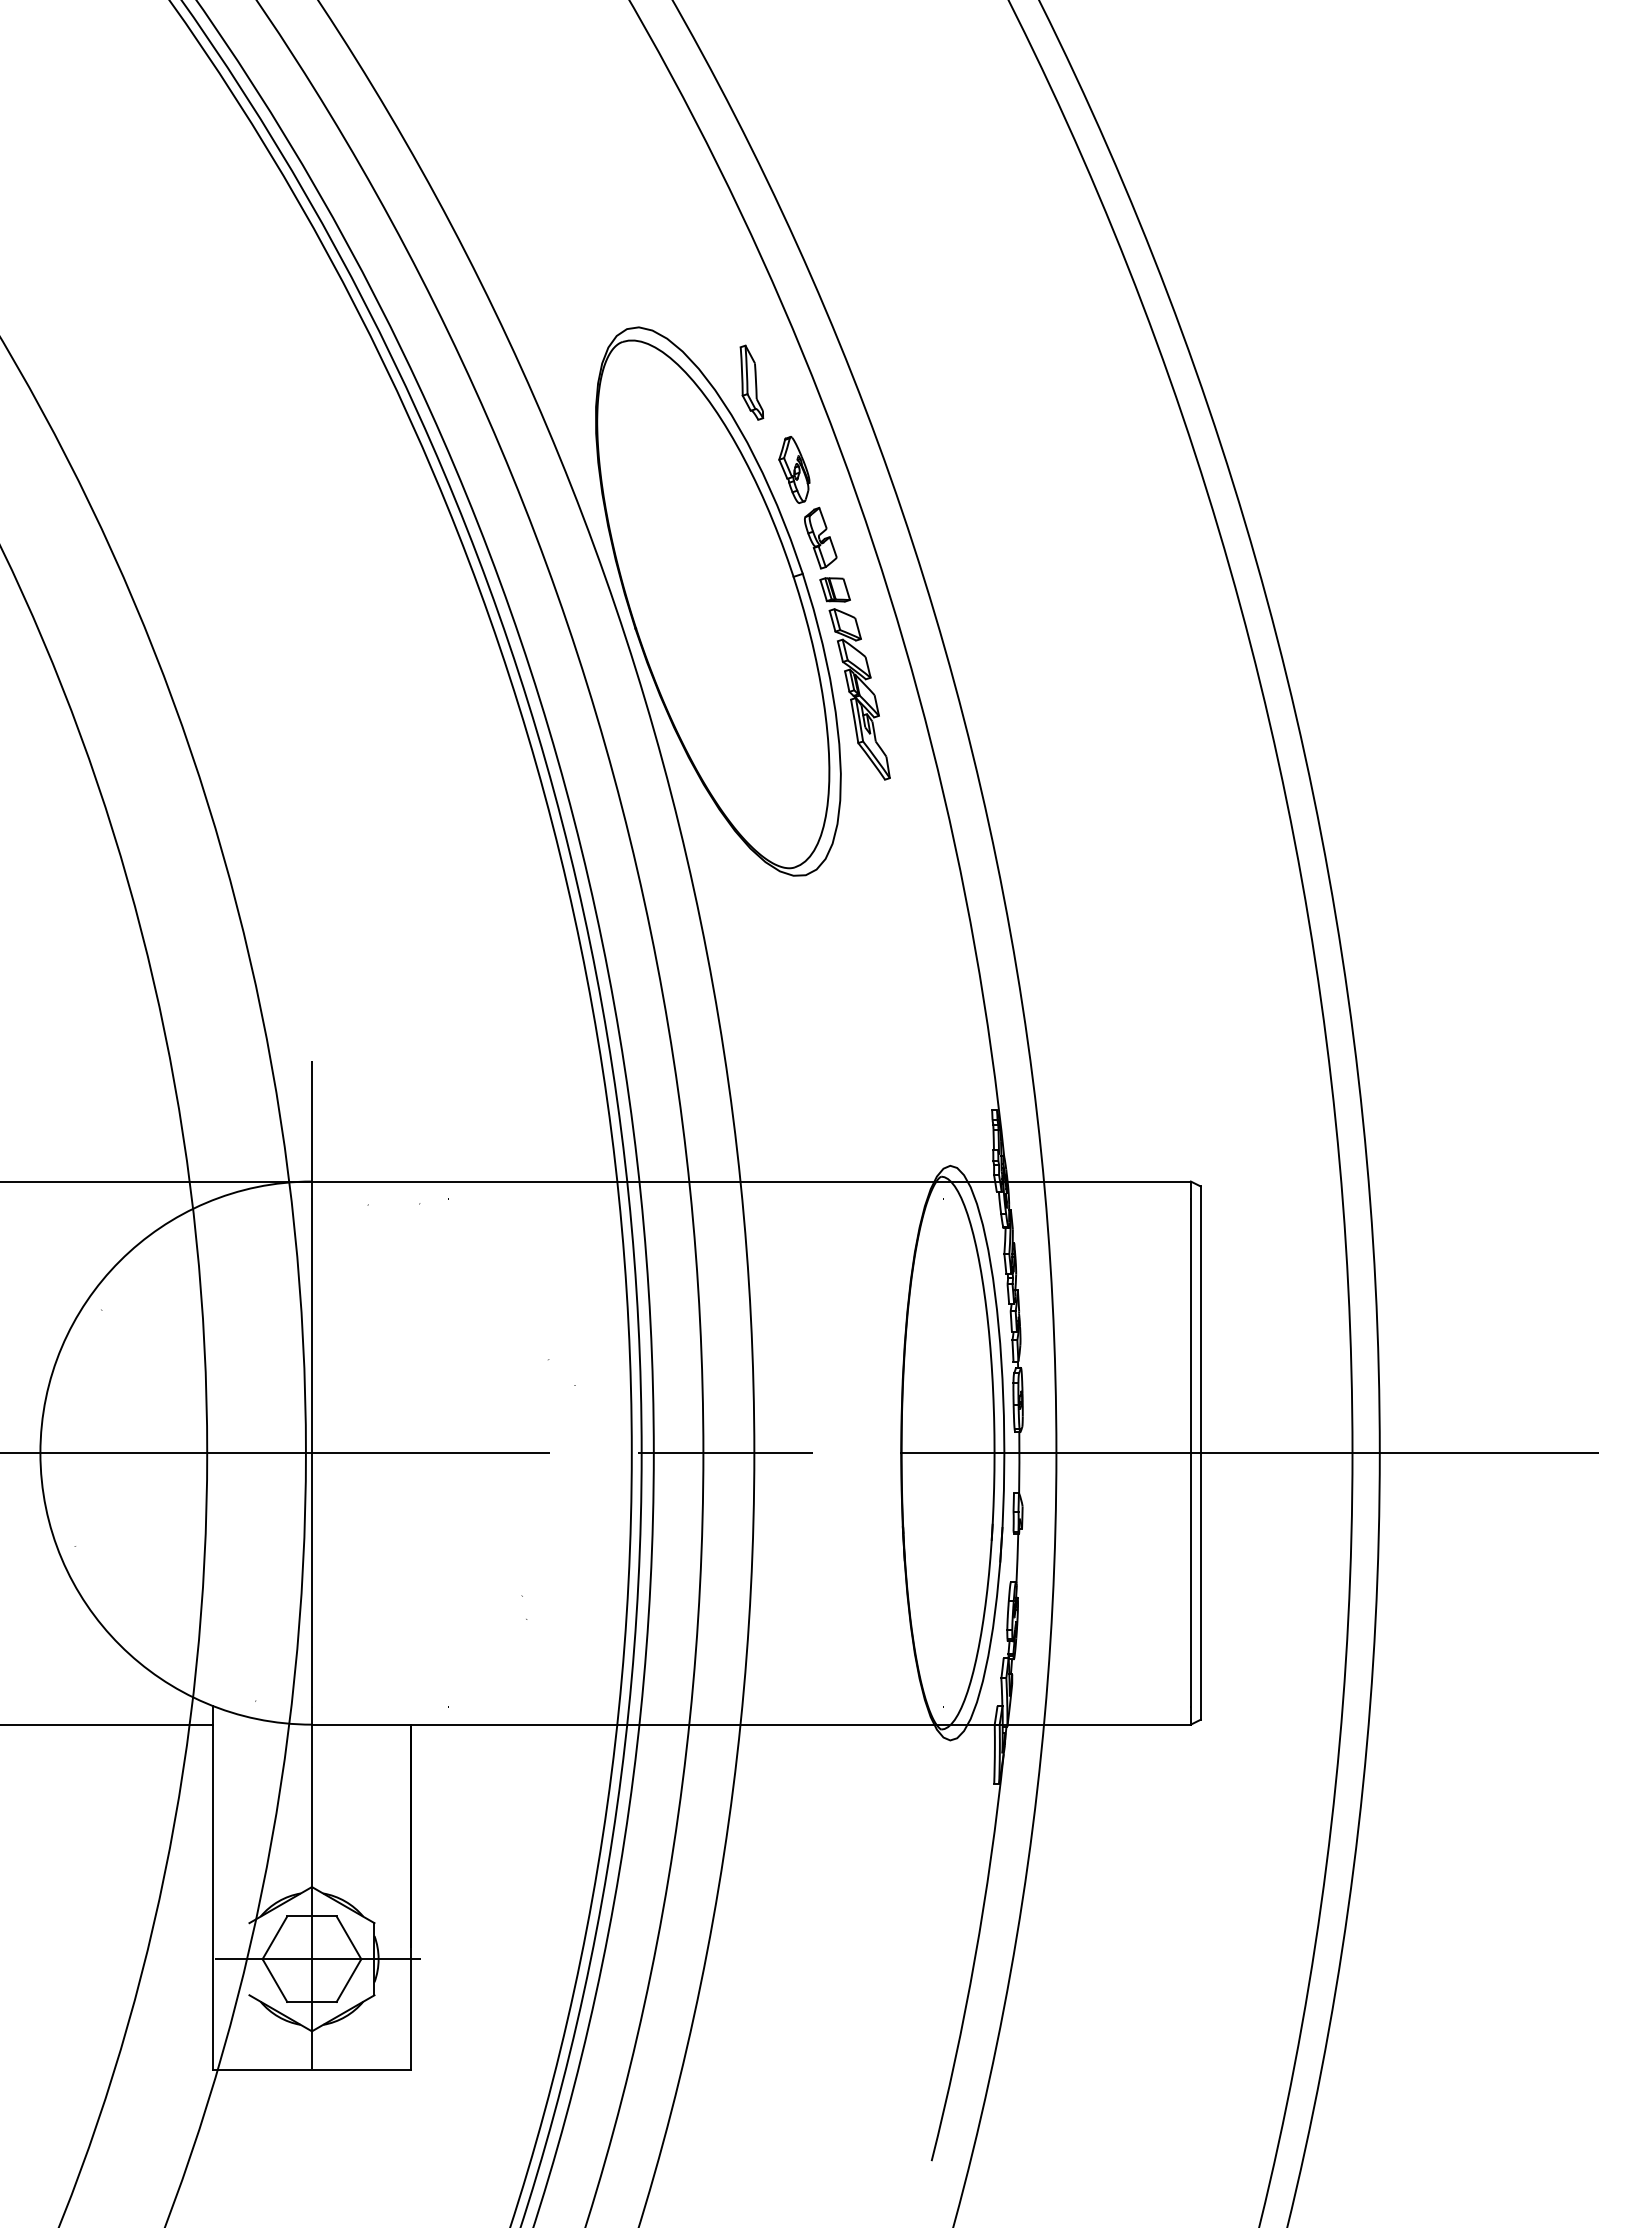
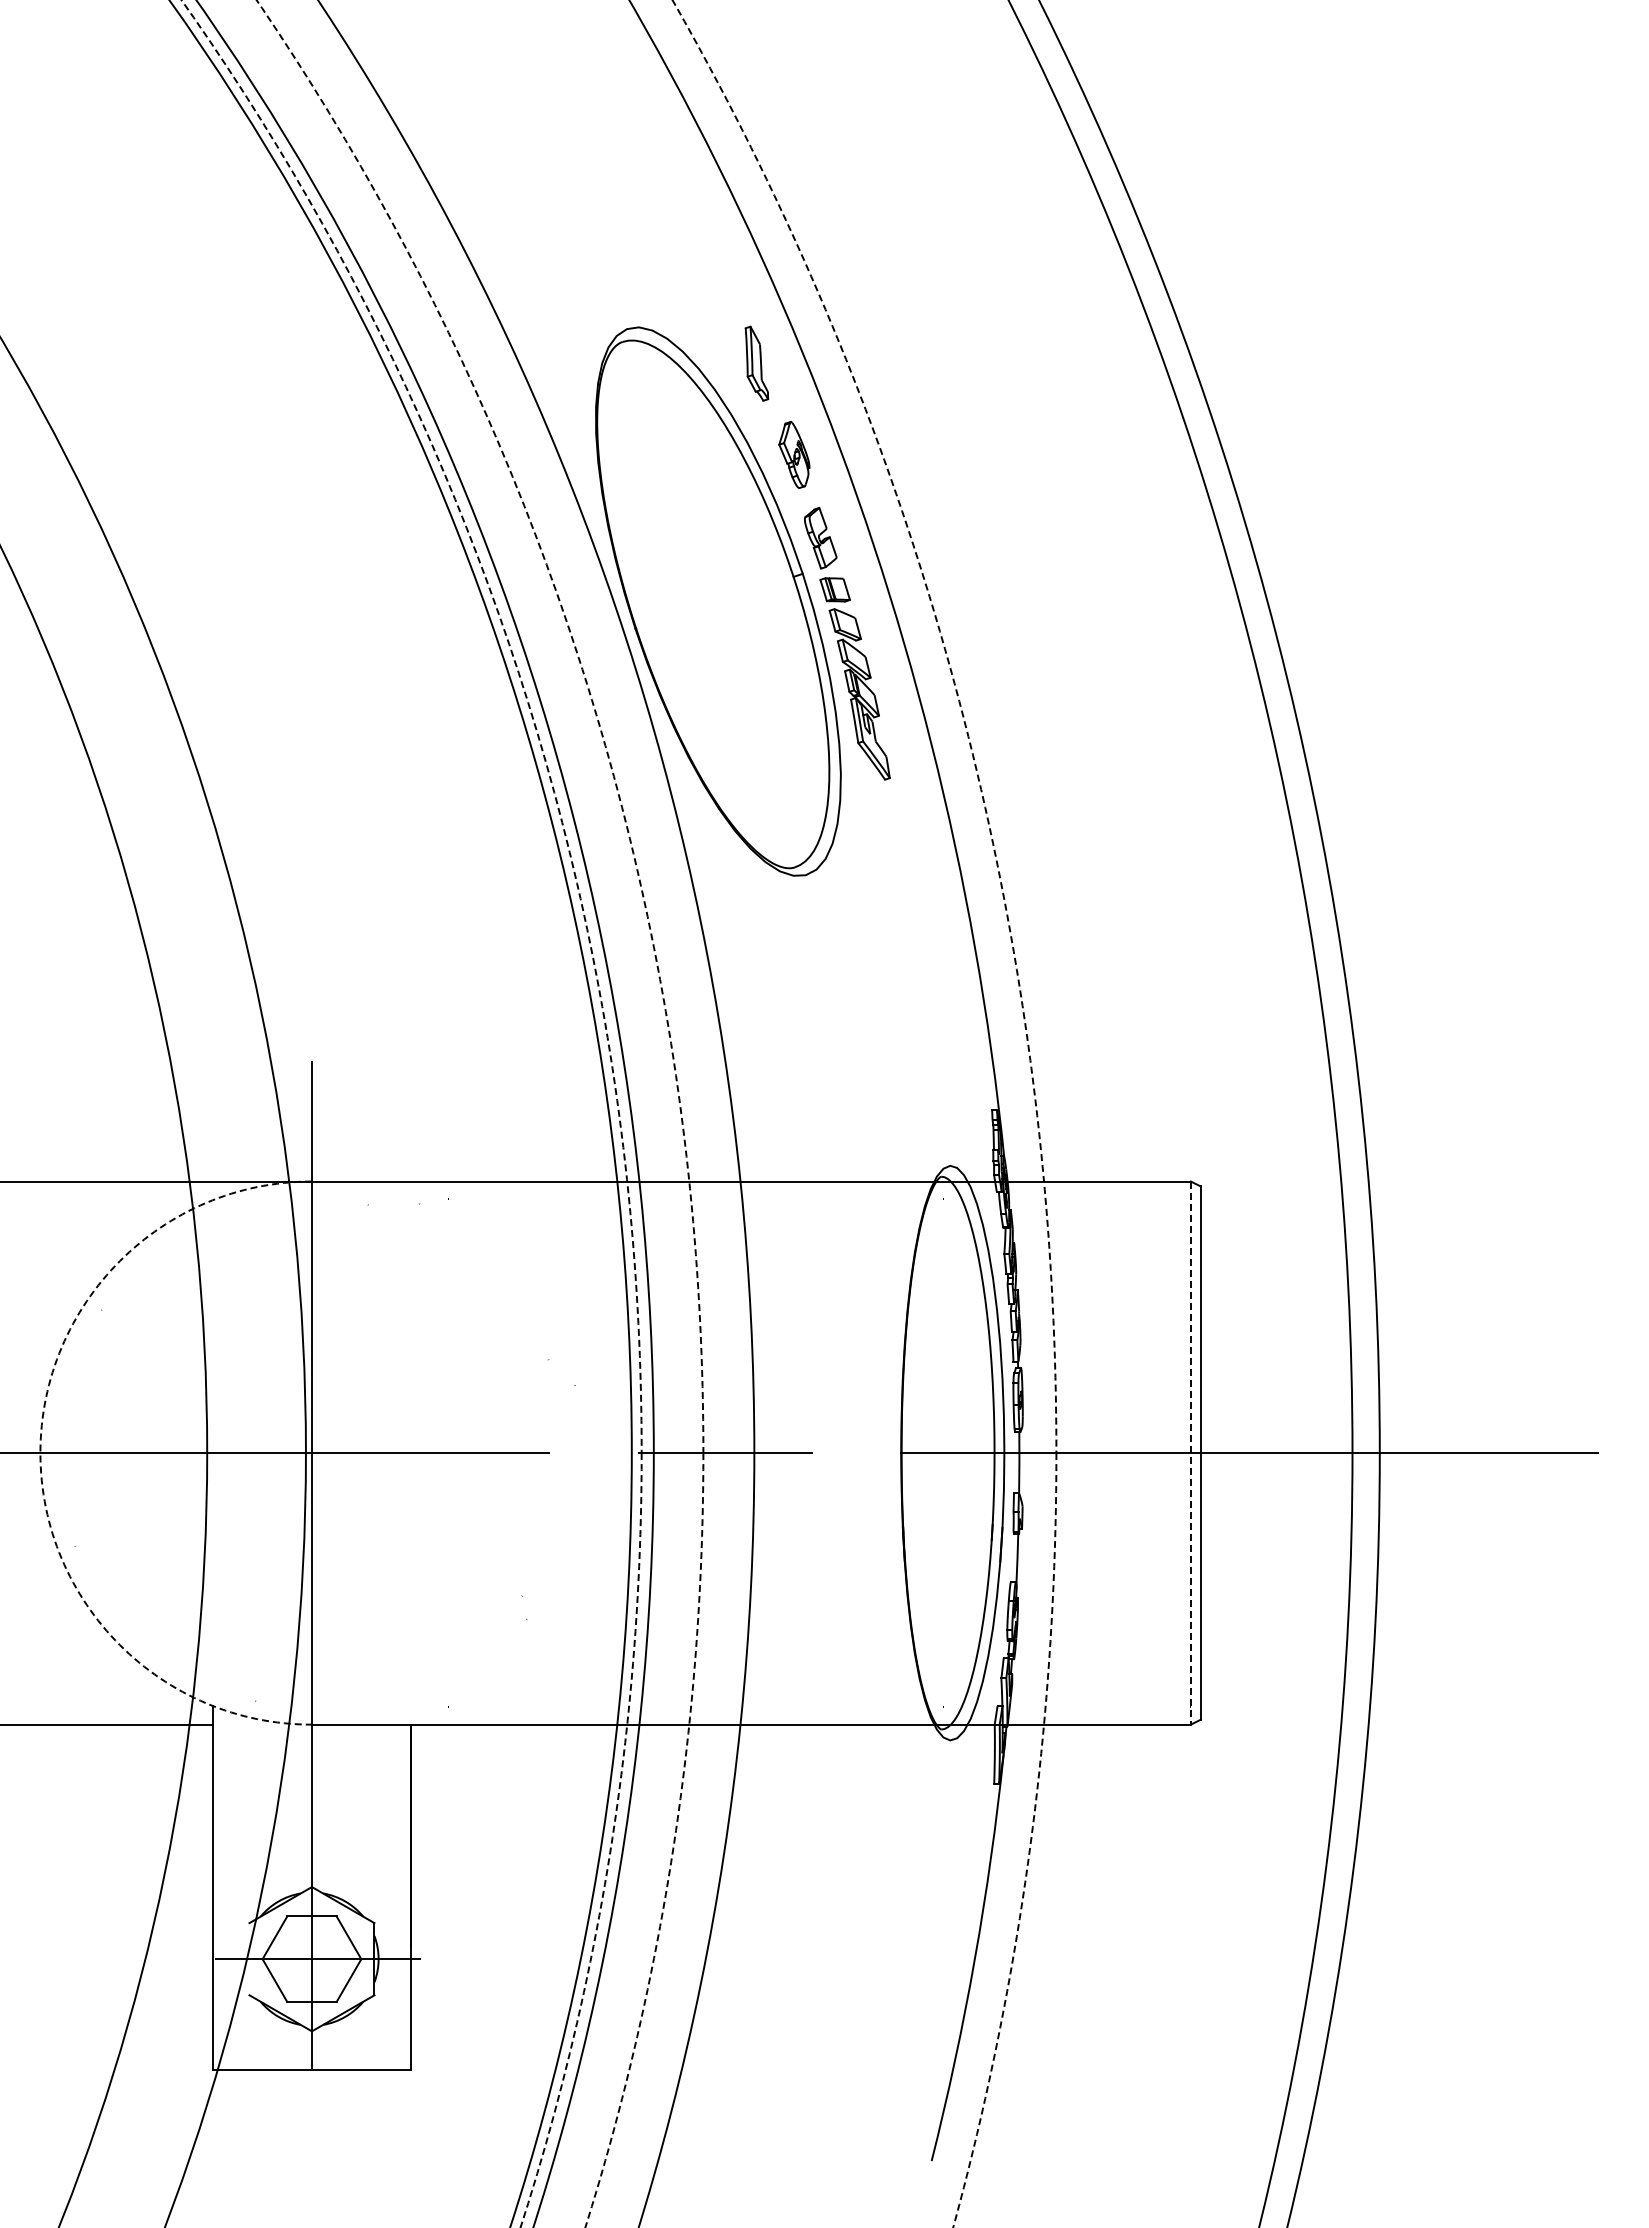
part at (751, 382) position: (751, 382) -> (756, 363)
part at (794, 469) position: (794, 469) -> (794, 454)
circle at (411, 1113): solid -> dashed
circle at (480, 1113): solid -> dashed
circle at (864, 1113): solid -> dashed
arc at (40, 1453): solid -> dashed
line at (1190, 1453): solid -> dashed
